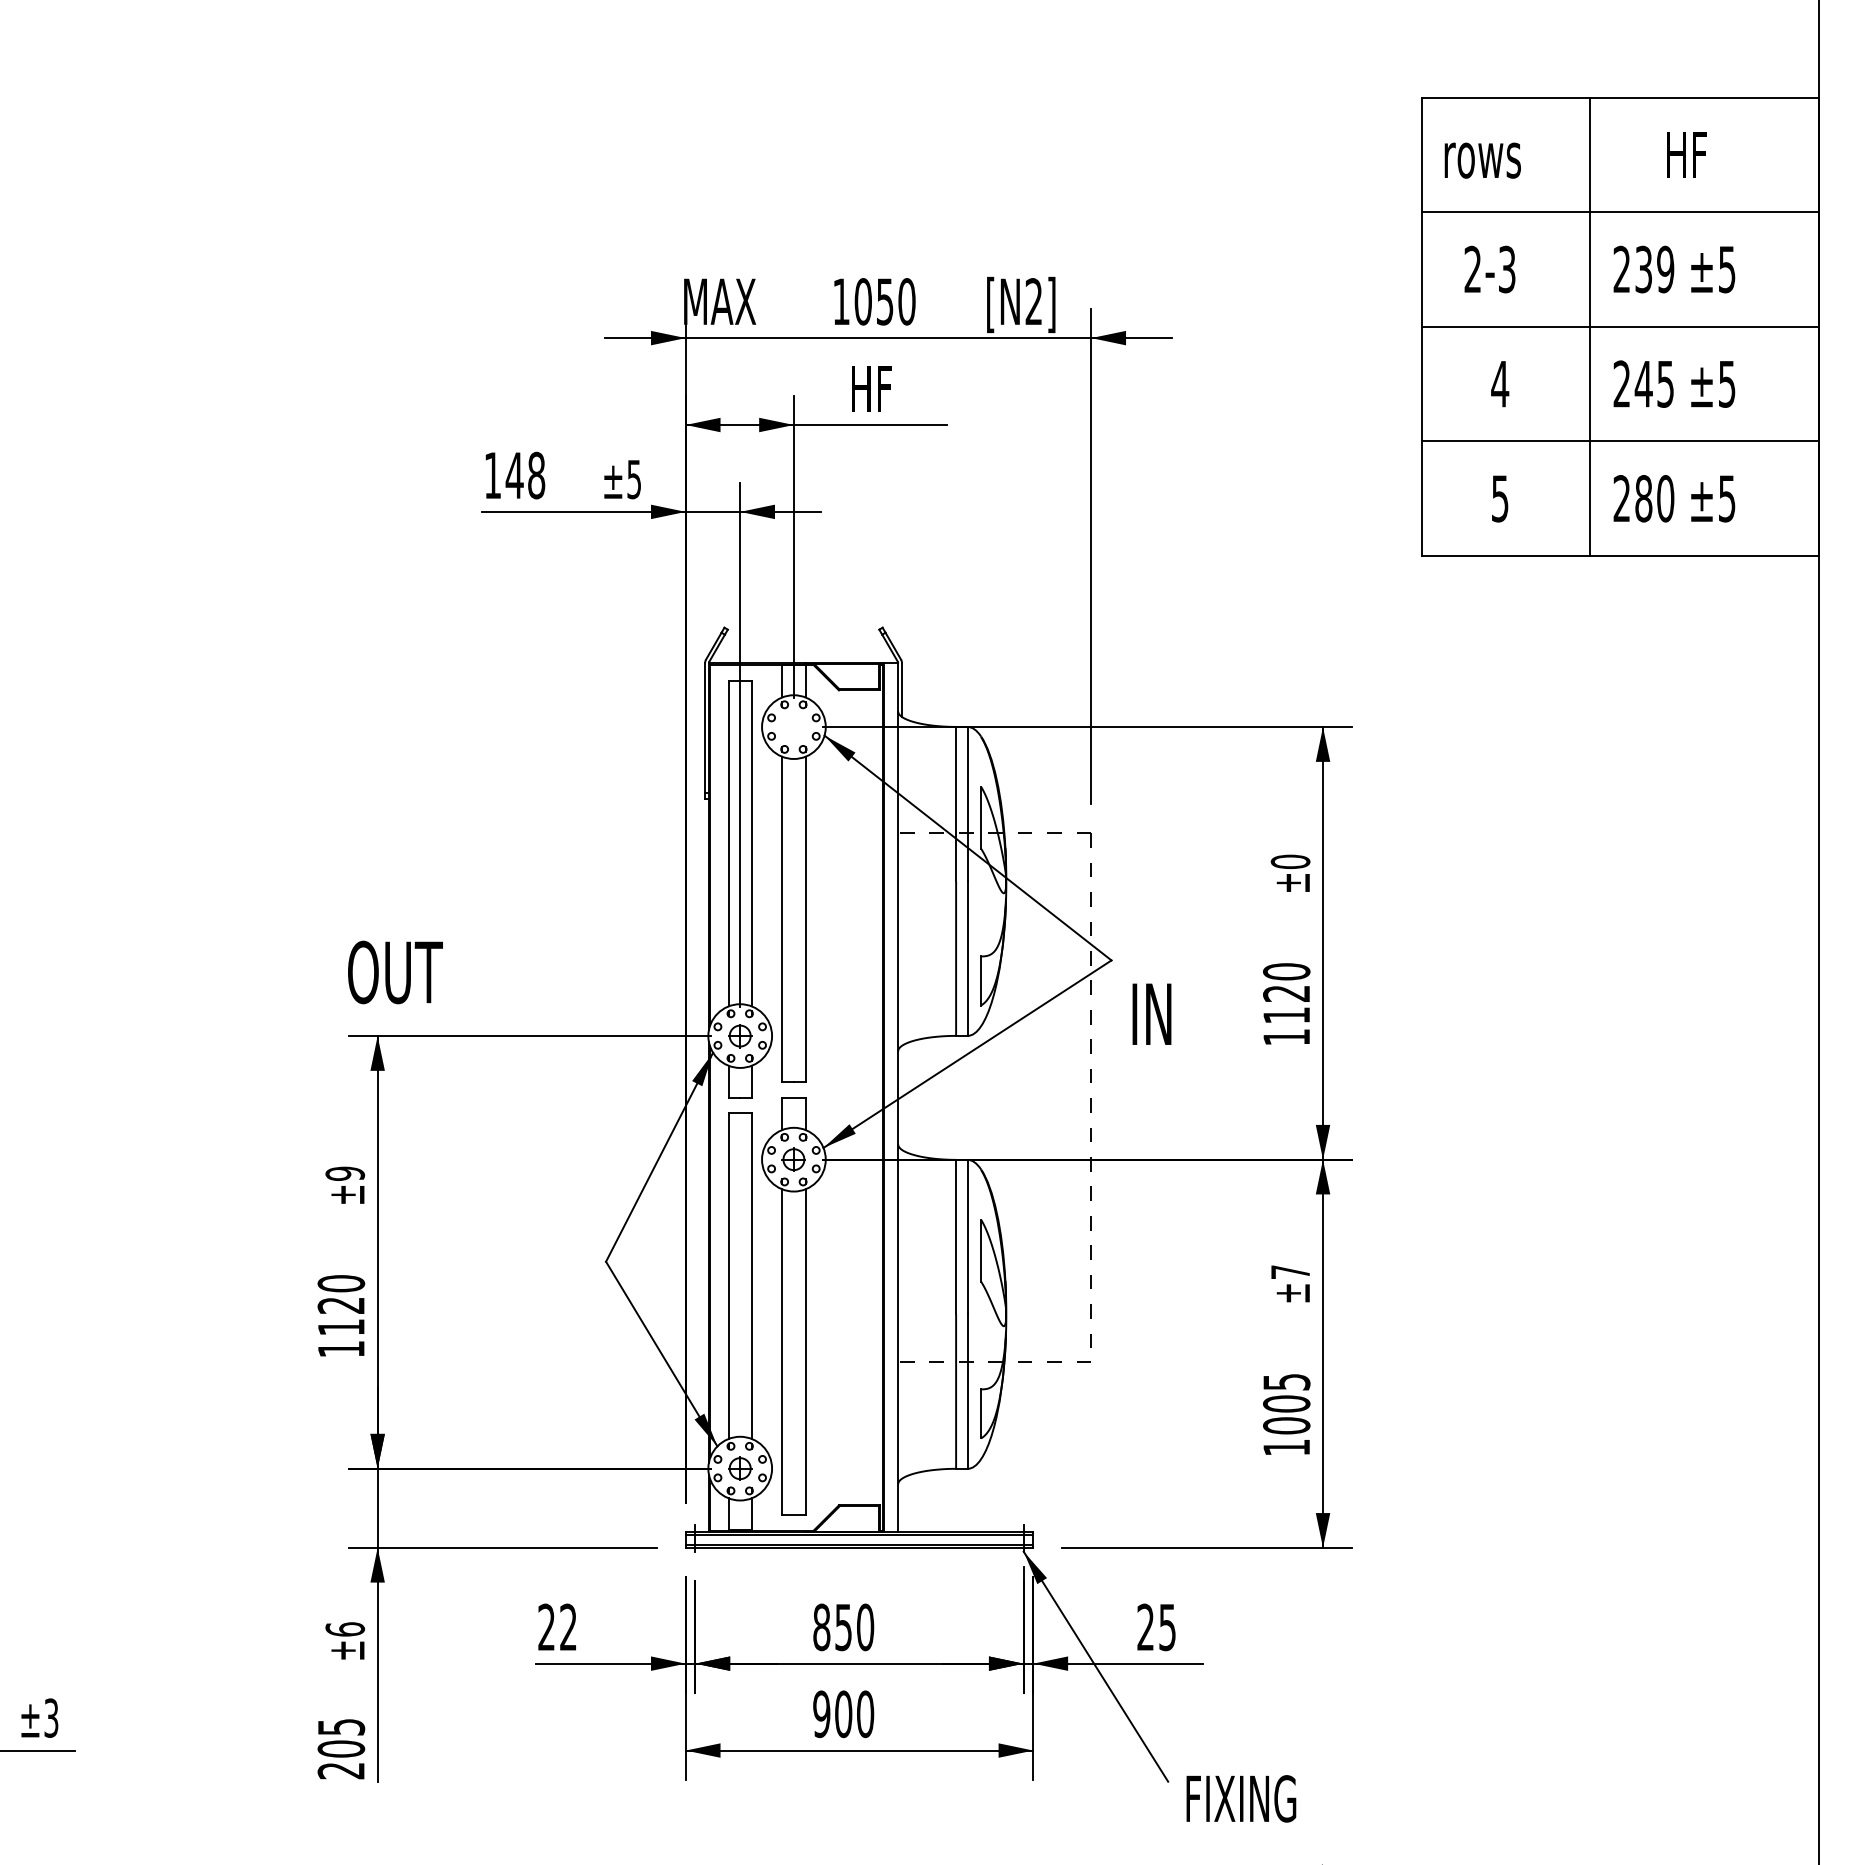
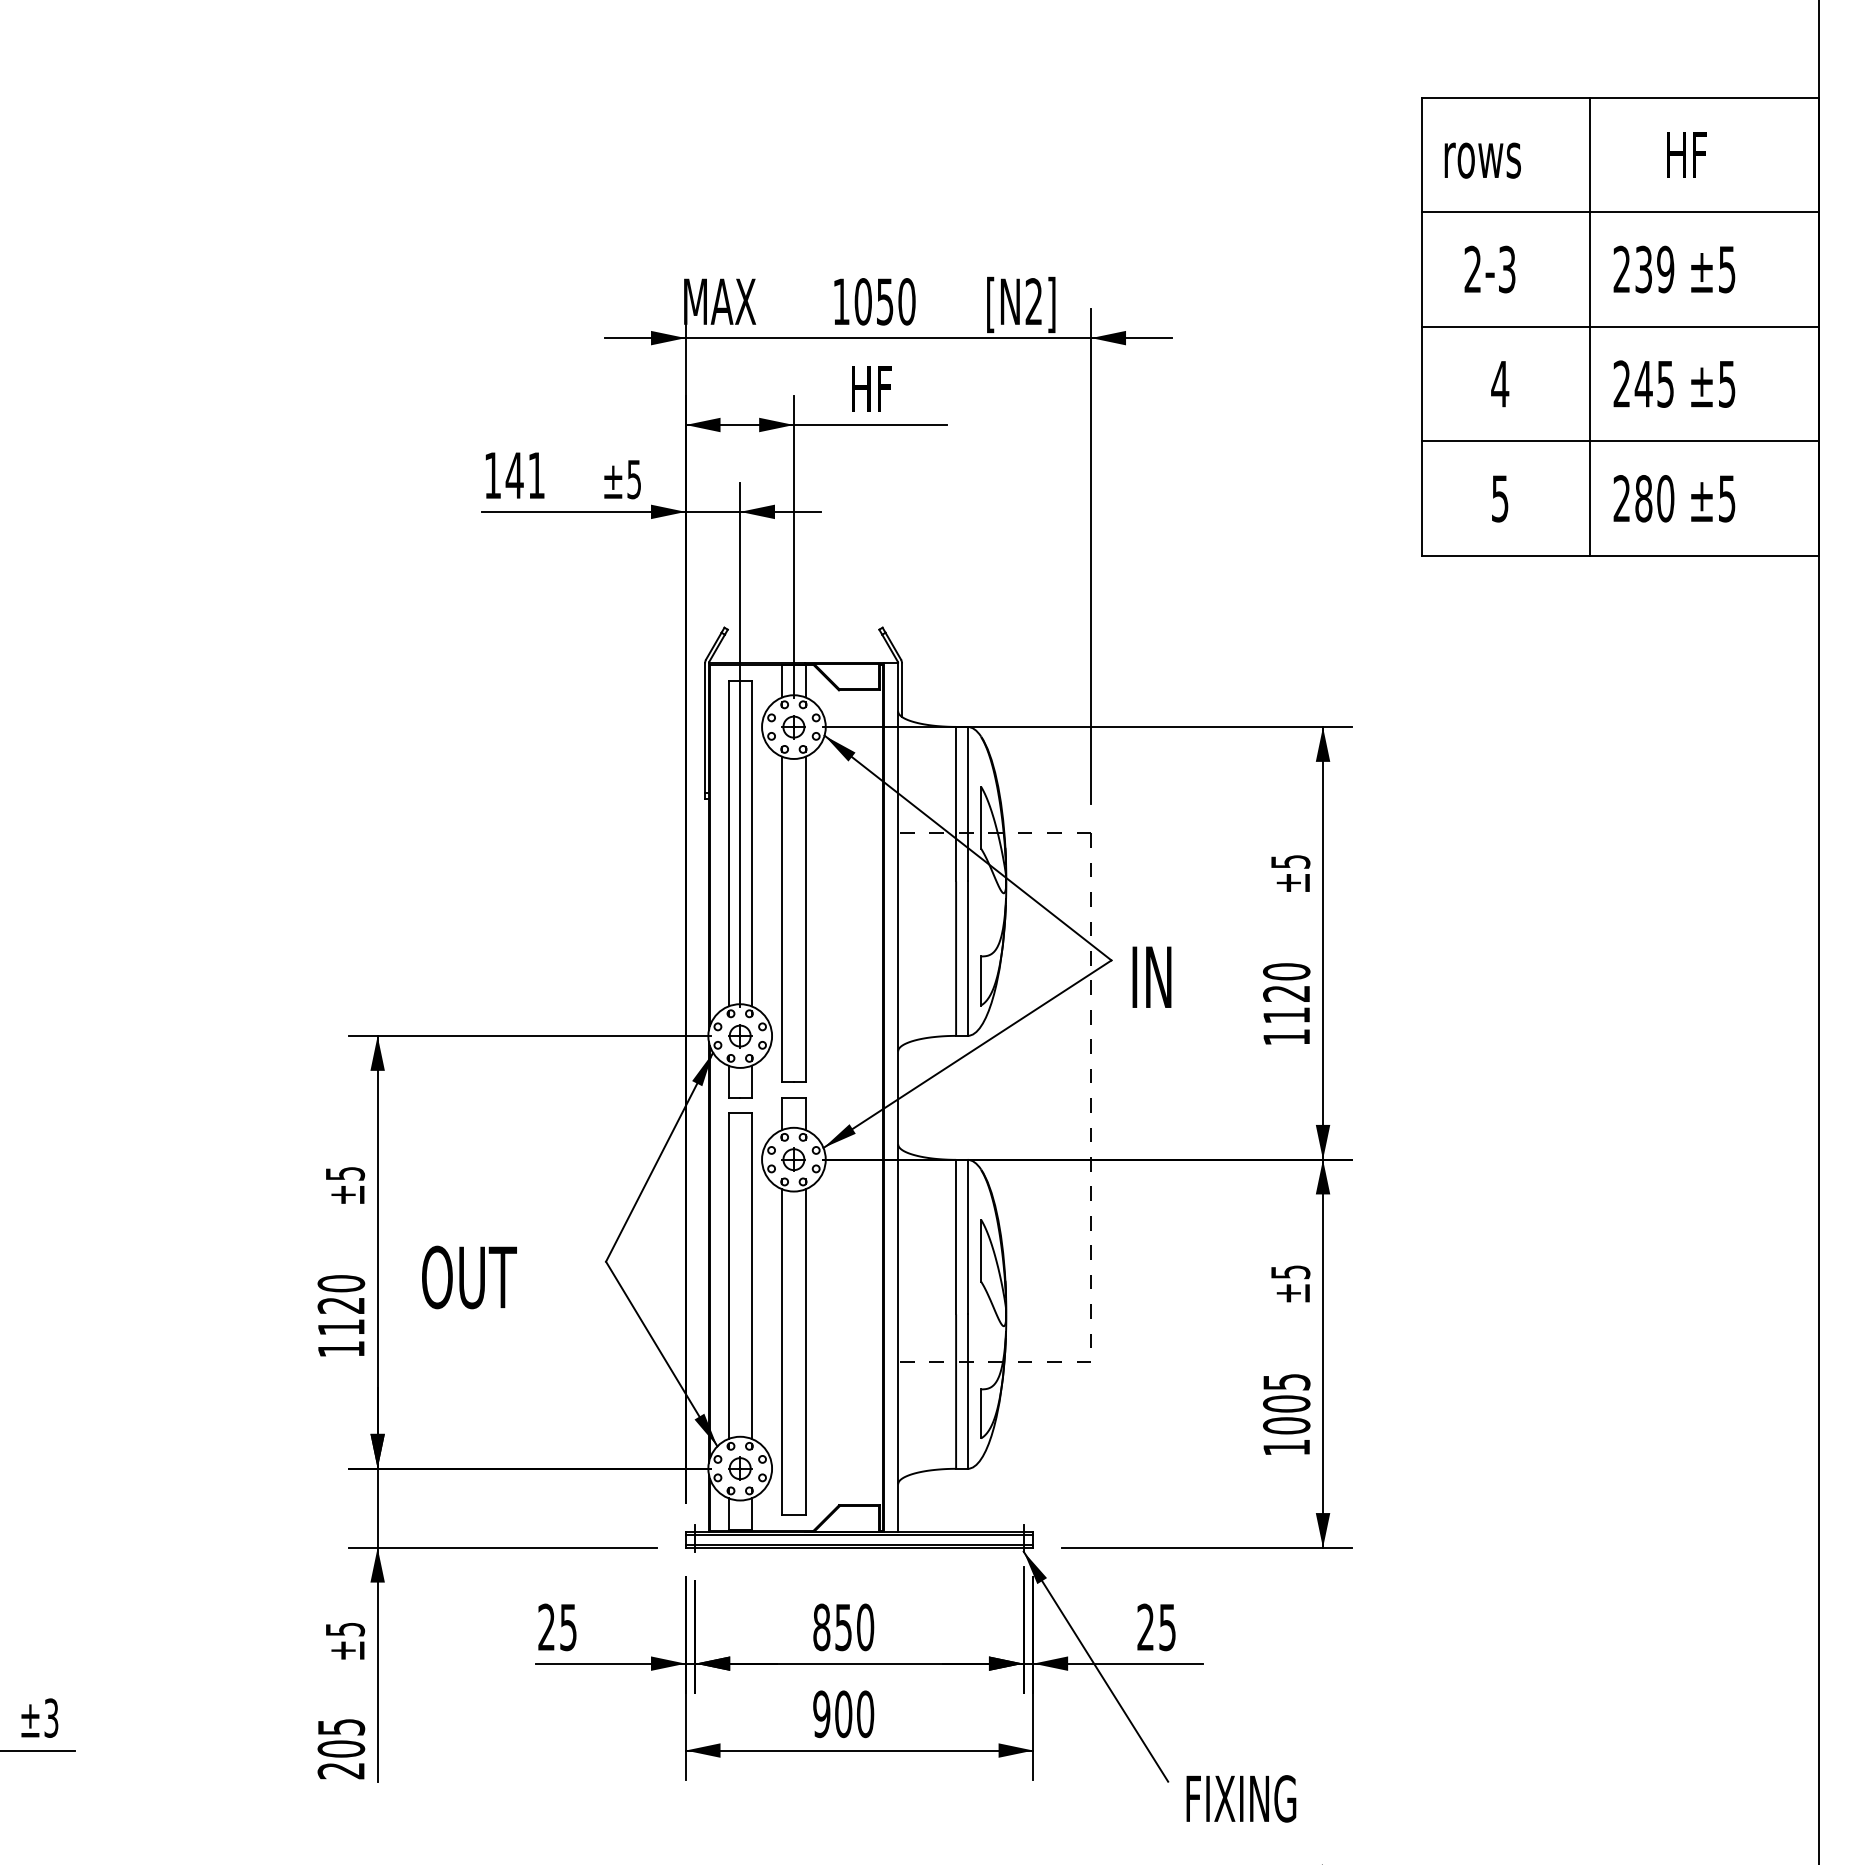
text at (536, 475): 148 -> 141
part at (793, 727): none -> present
text at (1290, 861): ±0 -> ±5
text at (395, 972) position: (395, 972) -> (469, 1277)
text at (1151, 1013) position: (1151, 1013) -> (1151, 976)
text at (344, 1173): ±9 -> ±5
text at (1290, 1272): ±7 -> ±5
text at (568, 1627): 22 -> 25
text at (345, 1629): ±6 -> ±5
